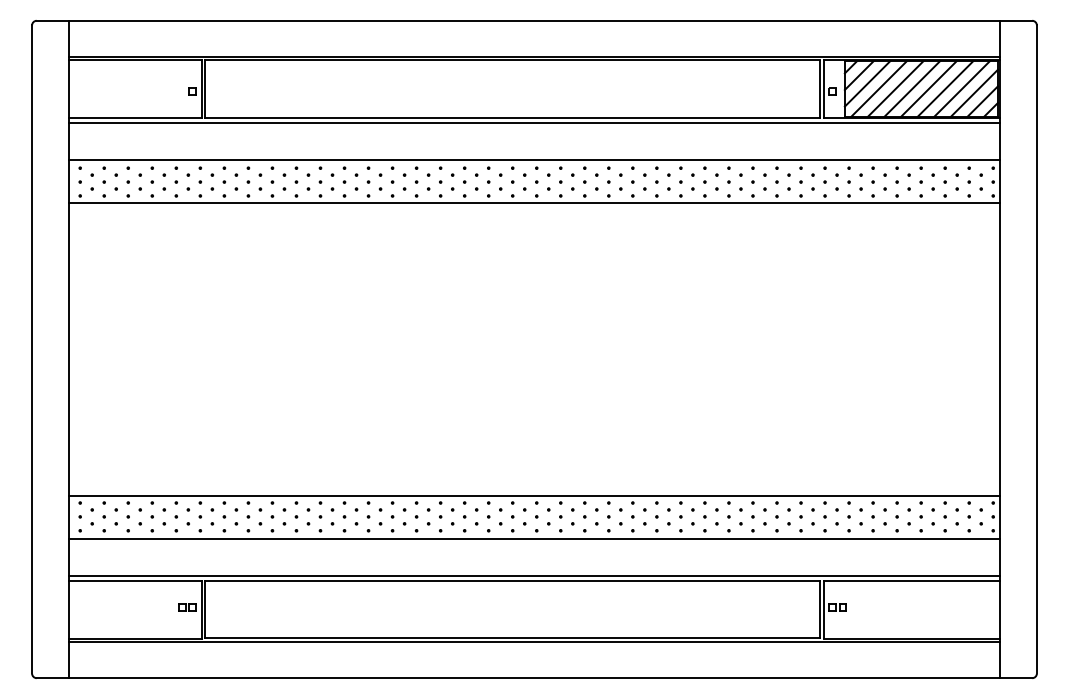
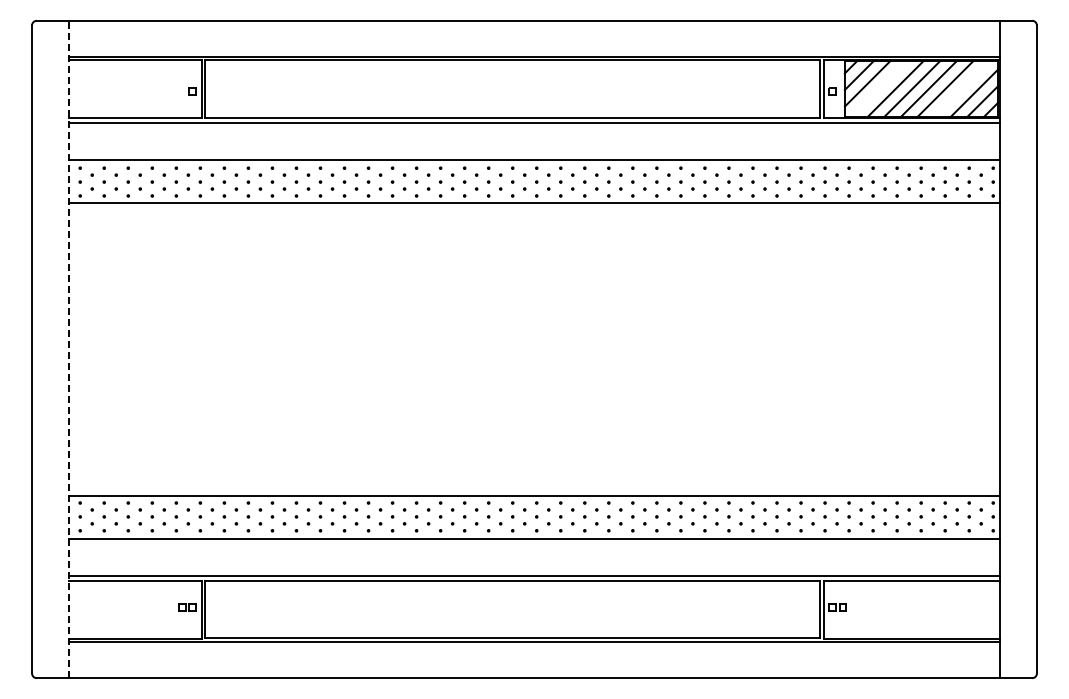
line at (878, 88): present -> none
line at (961, 88): present -> none
line at (68, 349): solid -> dashed
